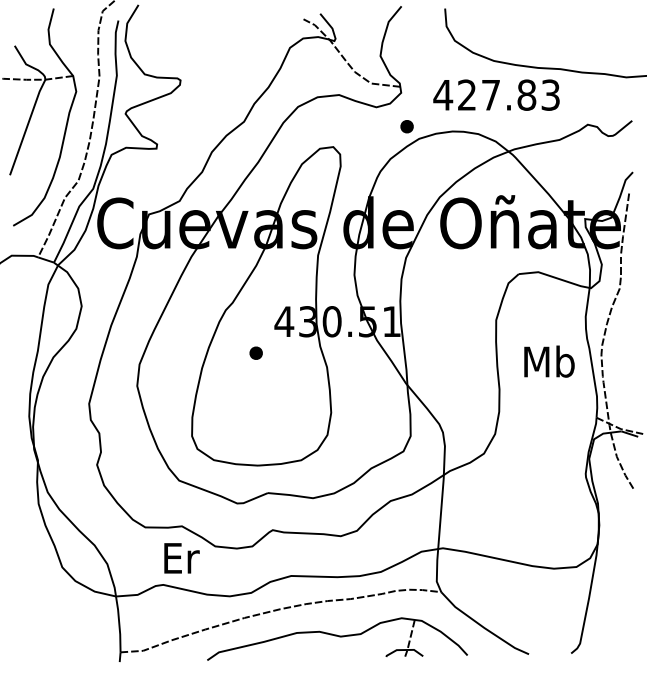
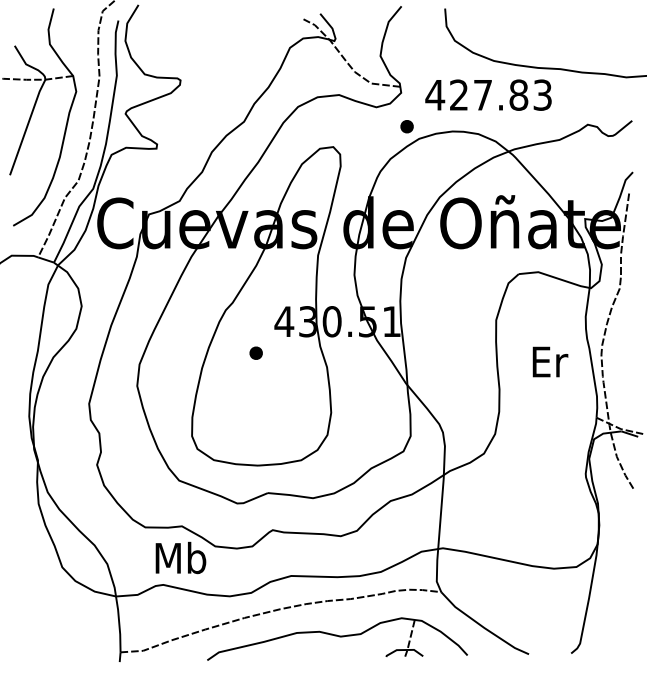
text at (496, 94) position: (496, 94) -> (488, 94)
text at (549, 361): Mb -> Er
text at (180, 557): Er -> Mb
